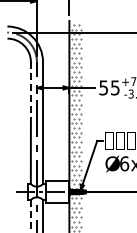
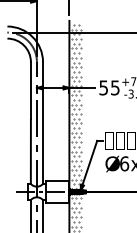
line at (30, 90): dashed -> solid
line at (30, 217): dashed -> solid
